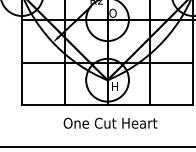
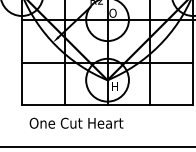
text at (110, 122) position: (110, 122) -> (76, 122)
